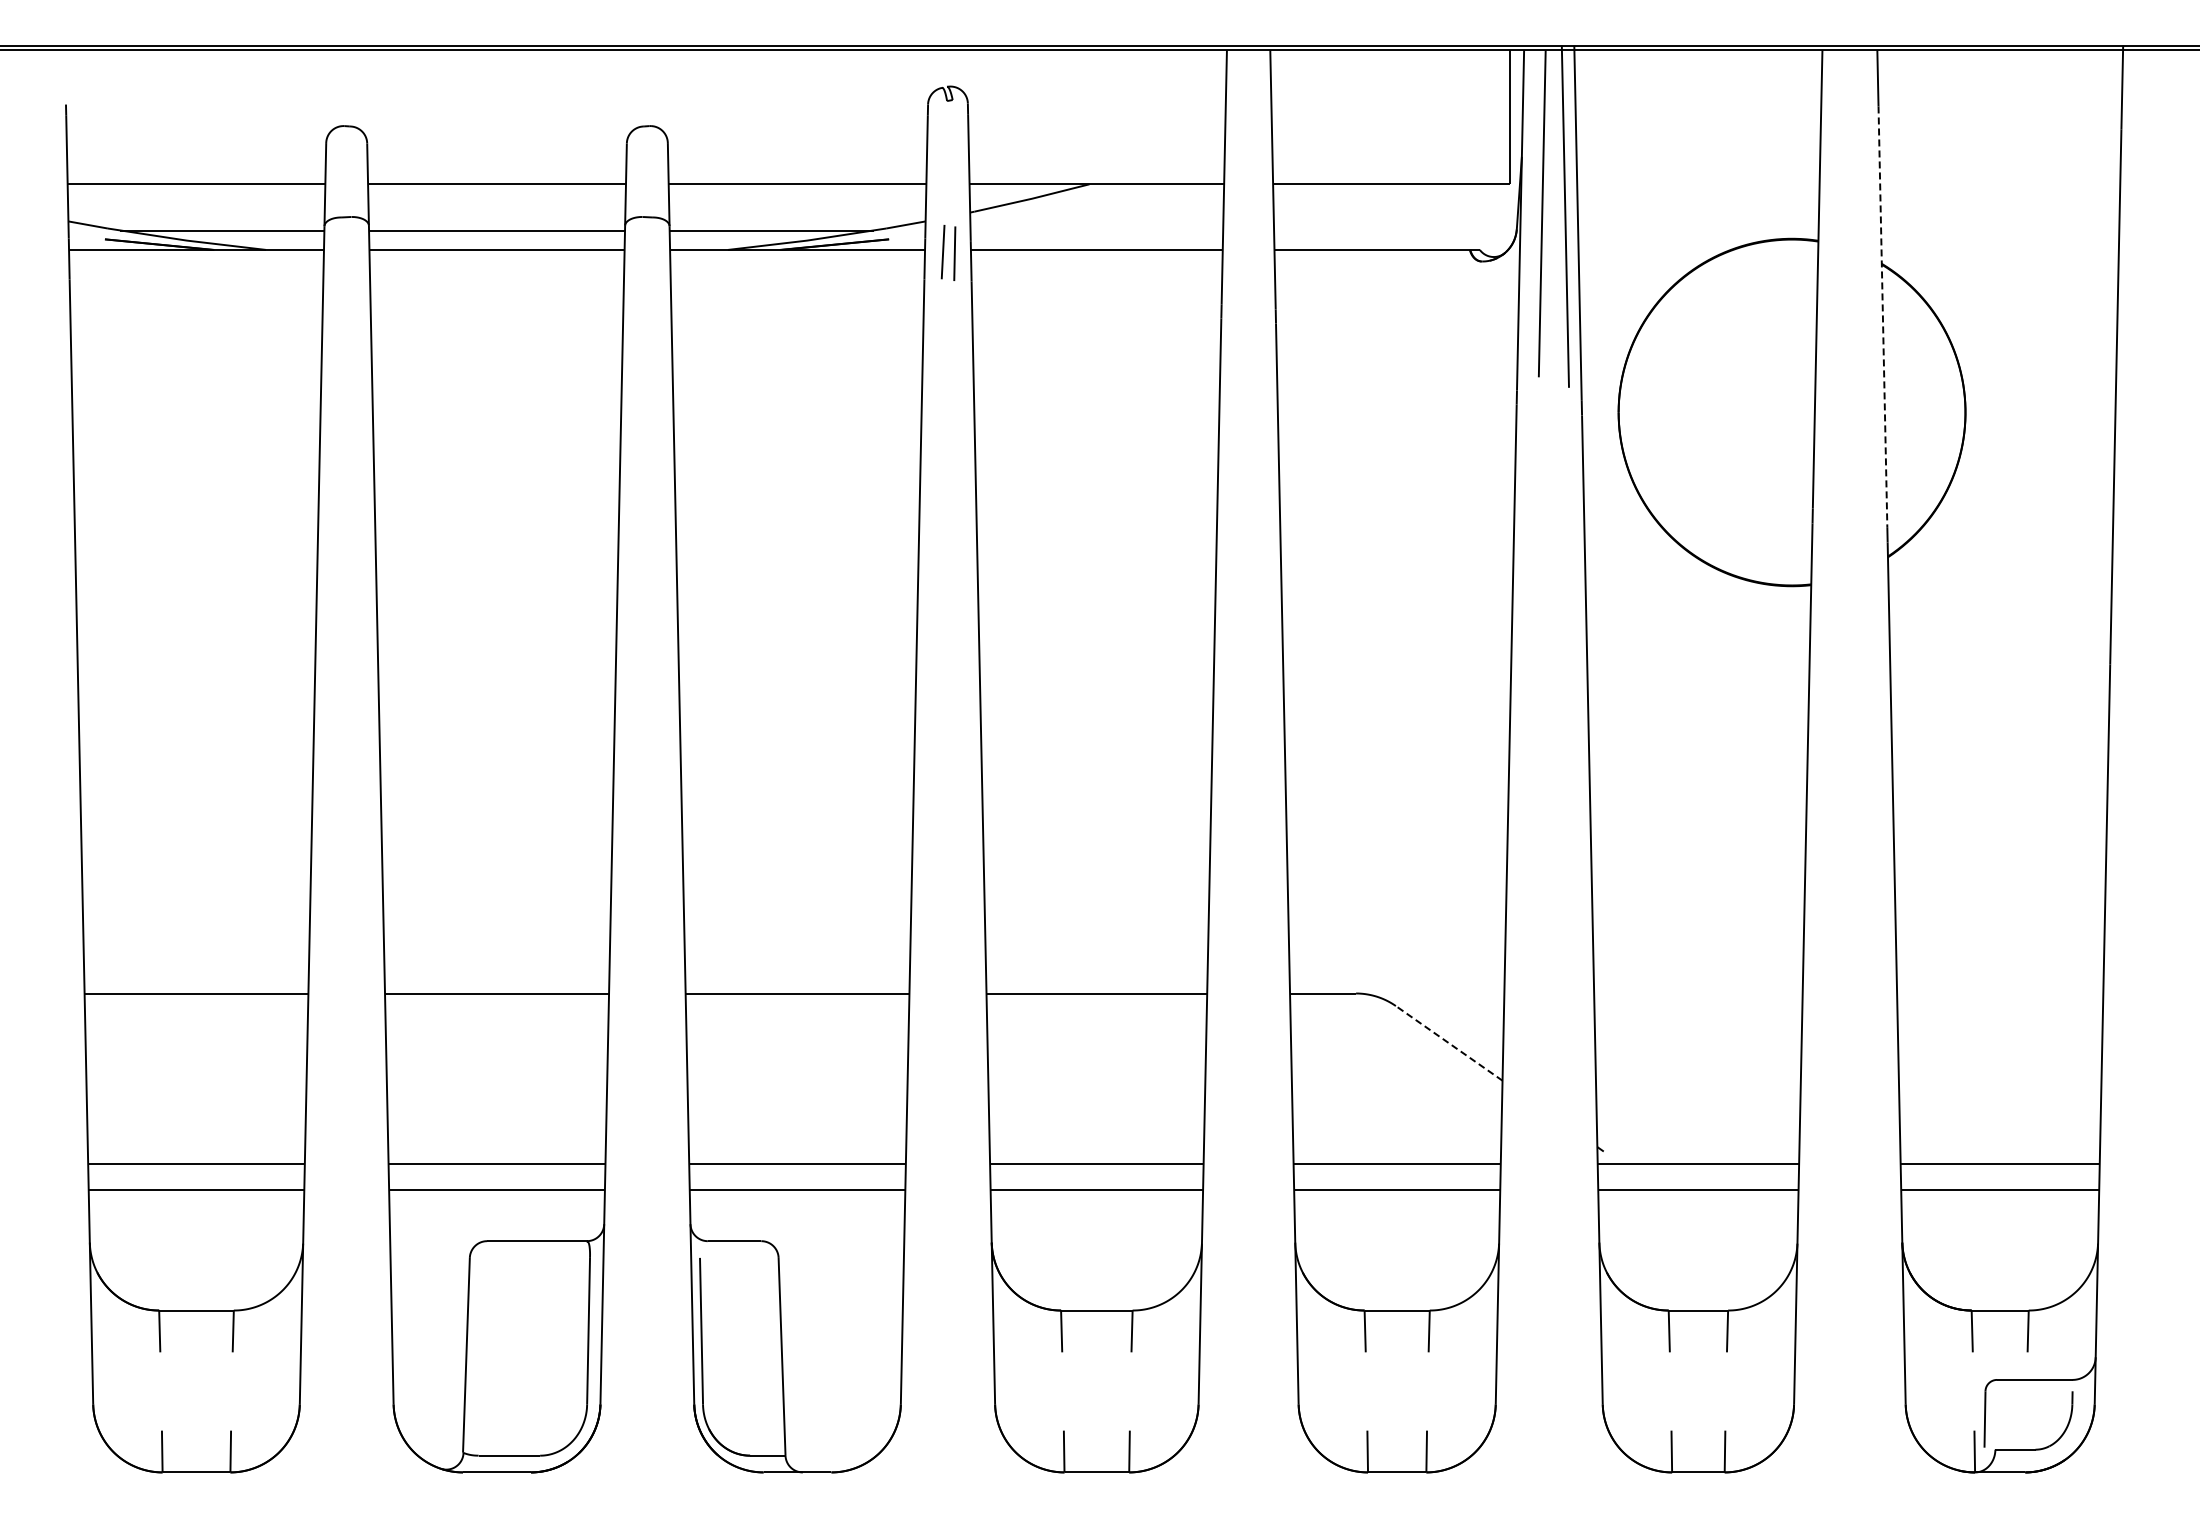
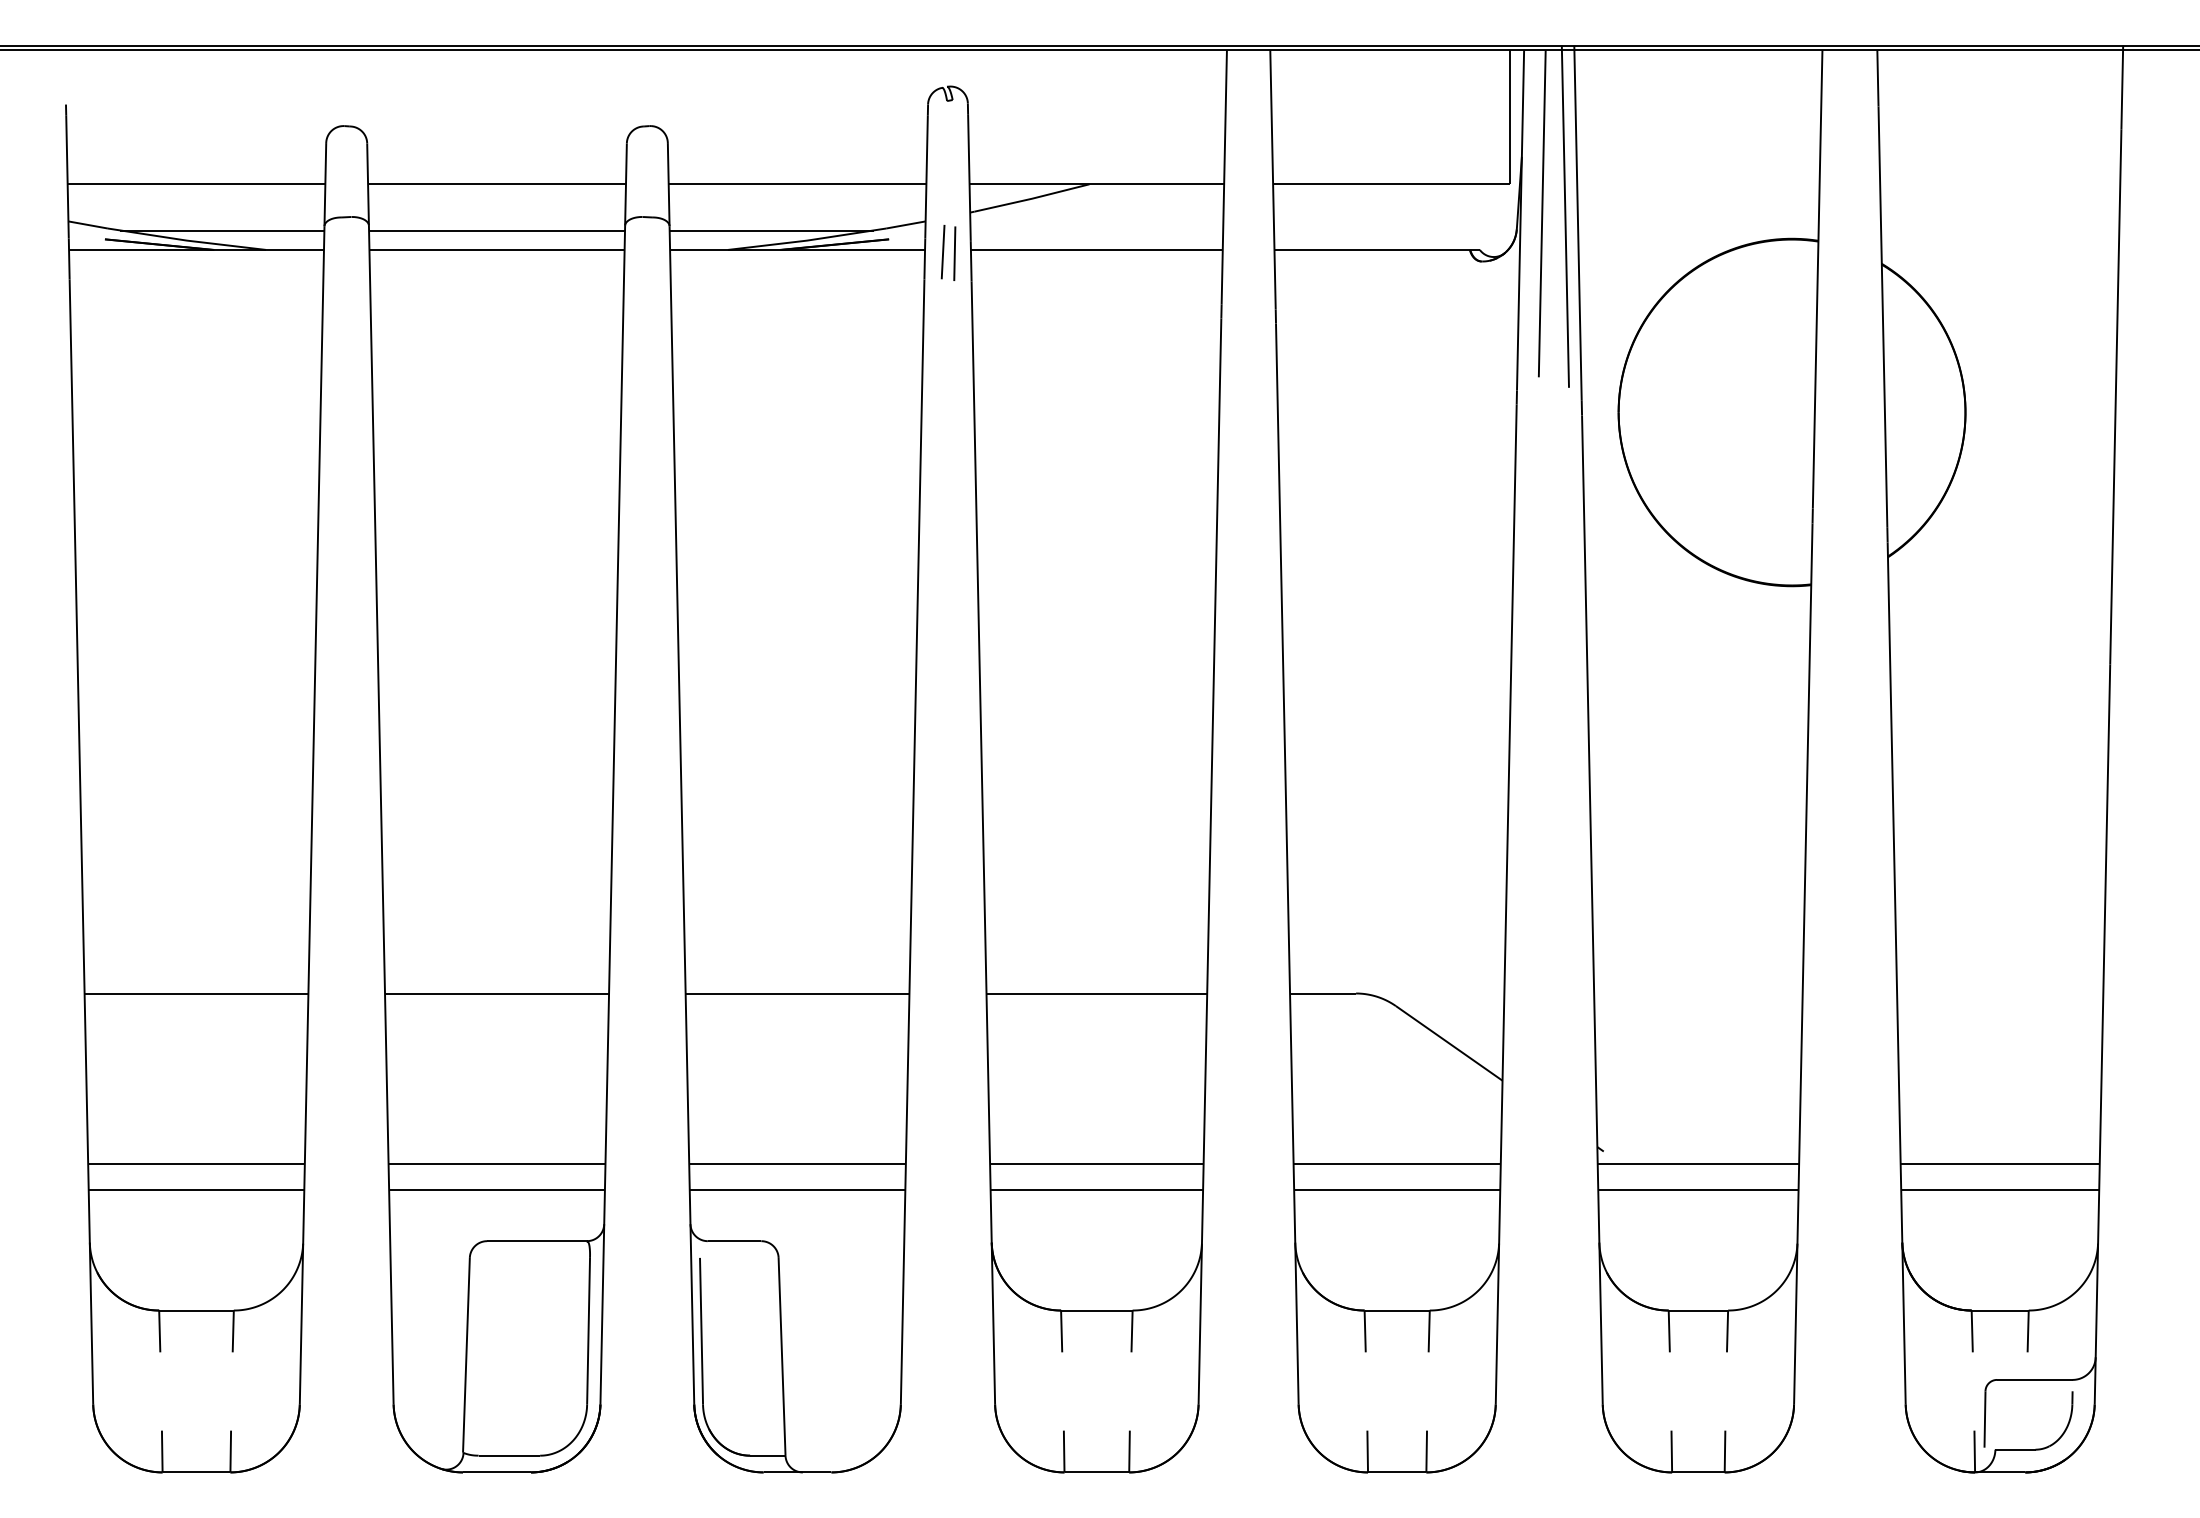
line at (1882, 317): dashed -> solid
line at (1448, 1043): dashed -> solid
